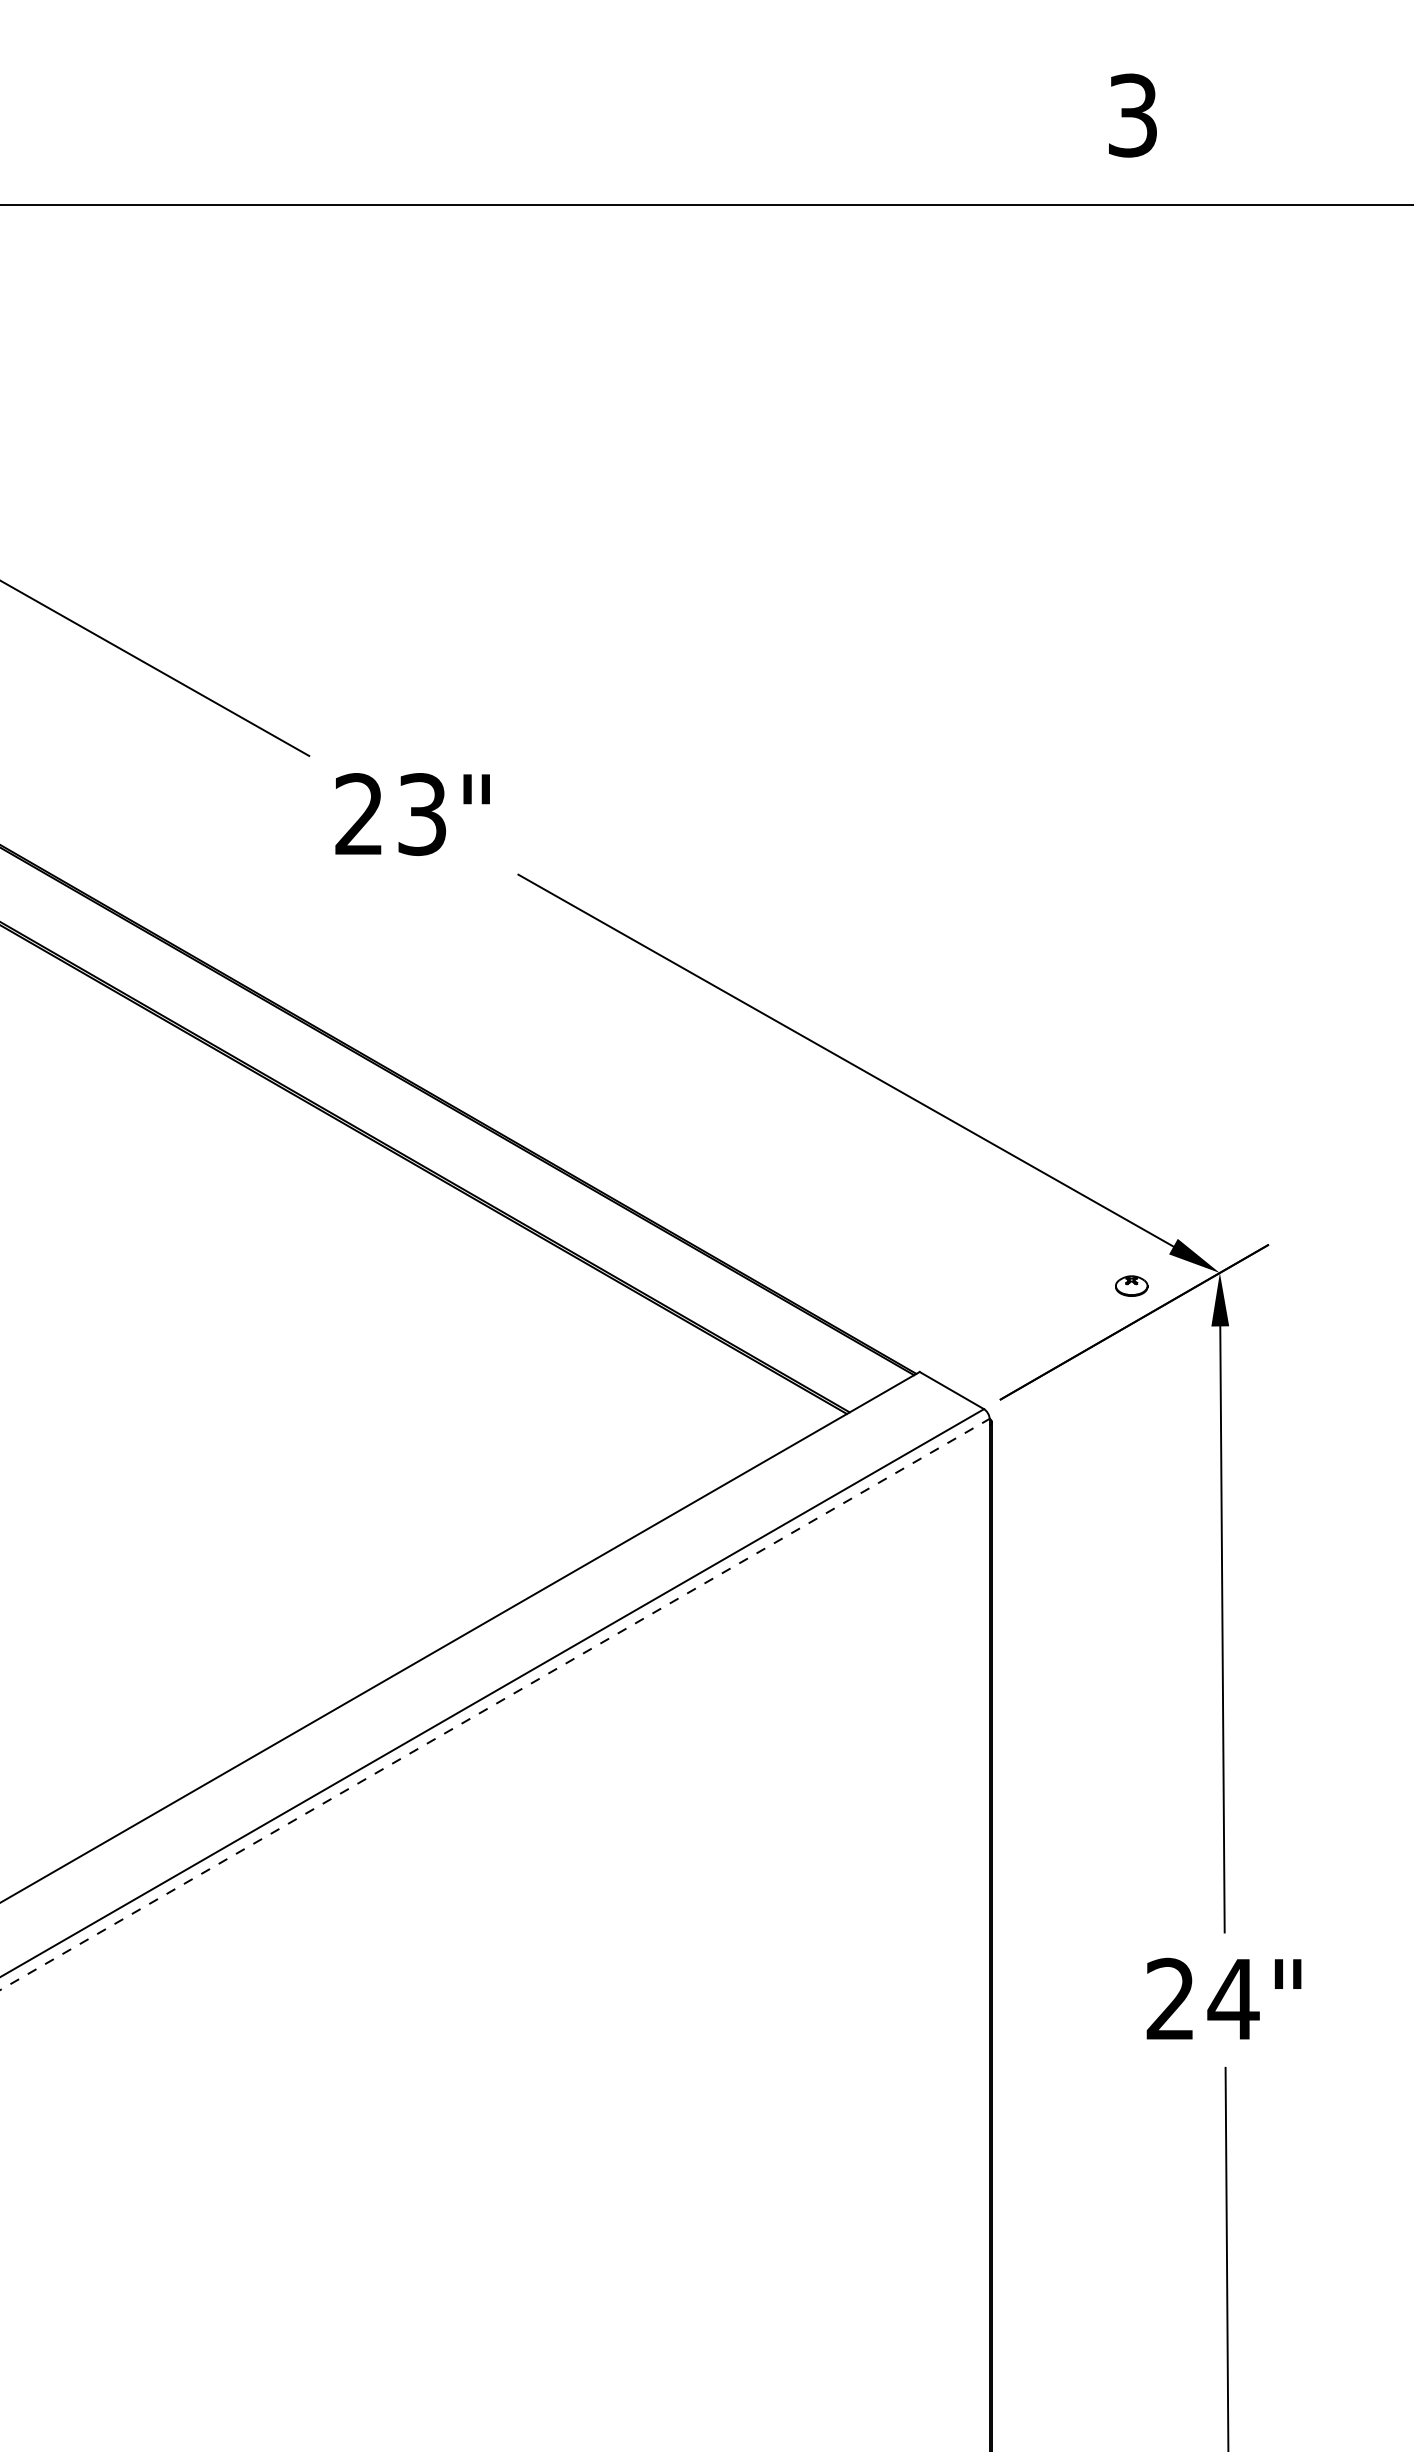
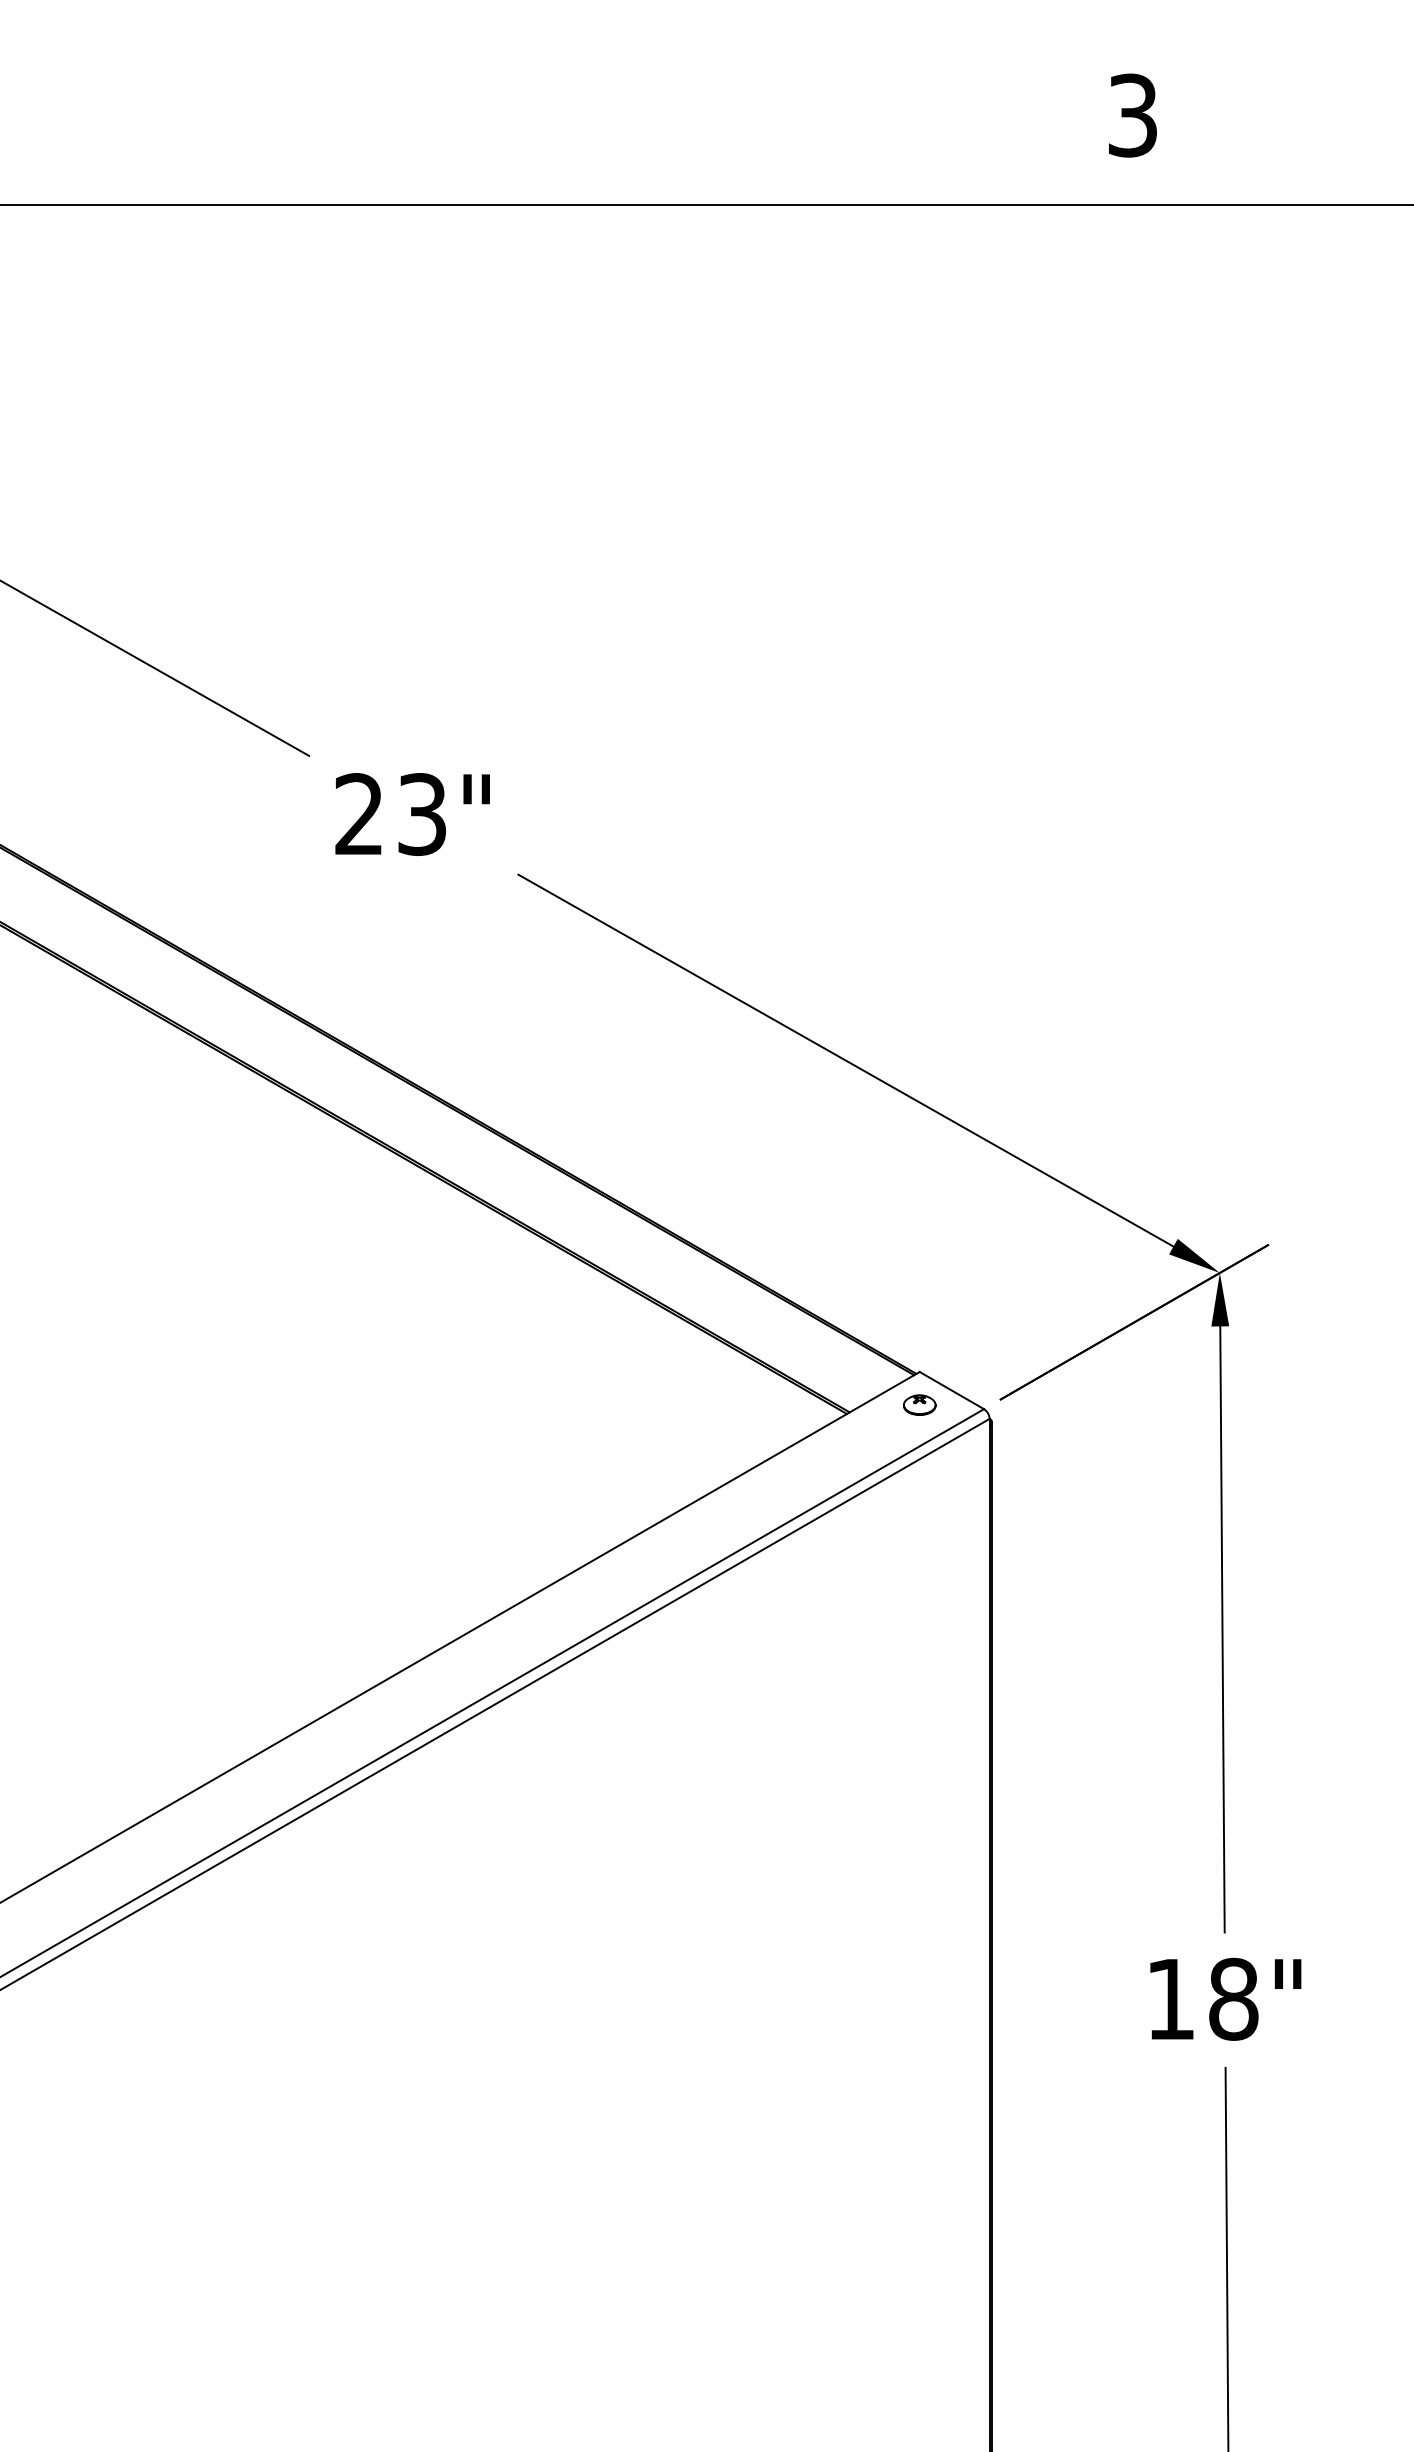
part at (1131, 1285) position: (1131, 1285) -> (919, 1404)
line at (495, 1704): dashed -> solid
text at (1202, 1998): 24" -> 18"
